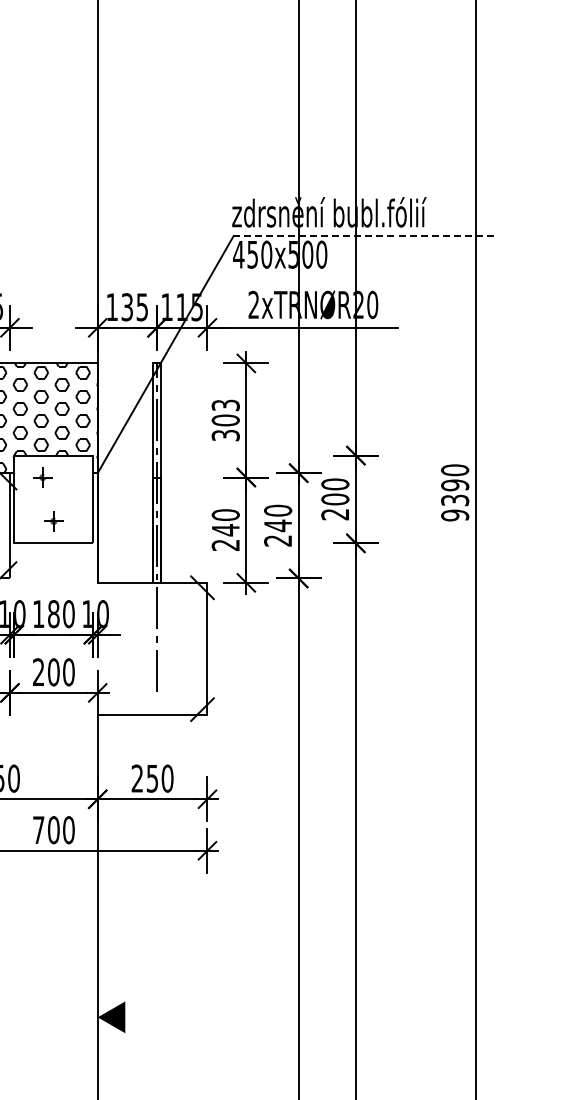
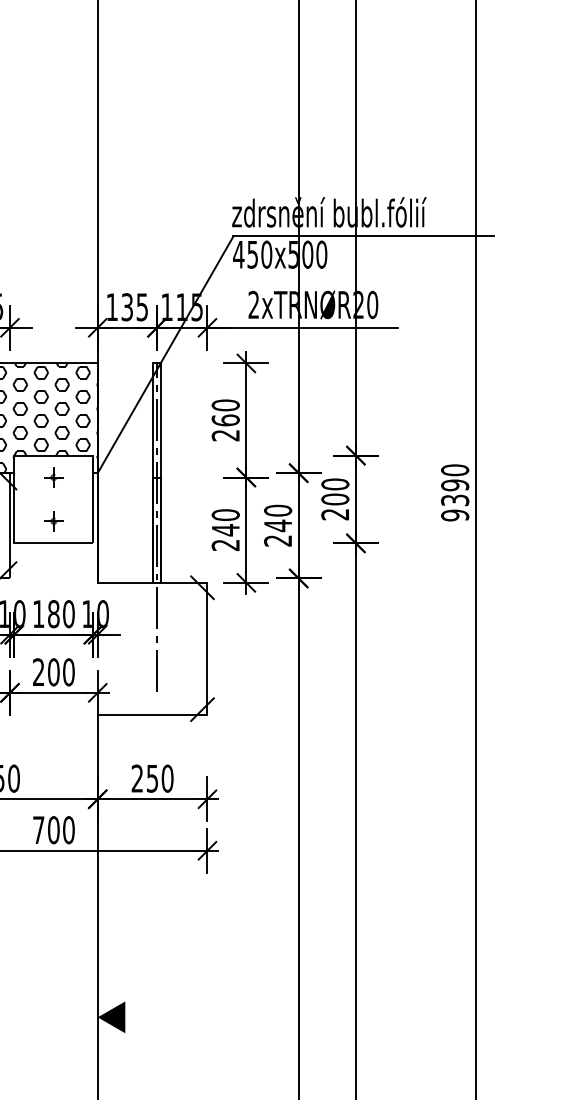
line at (364, 236): dashed -> solid
text at (225, 420): 303 -> 260
part at (42, 477) position: (42, 477) -> (53, 477)
